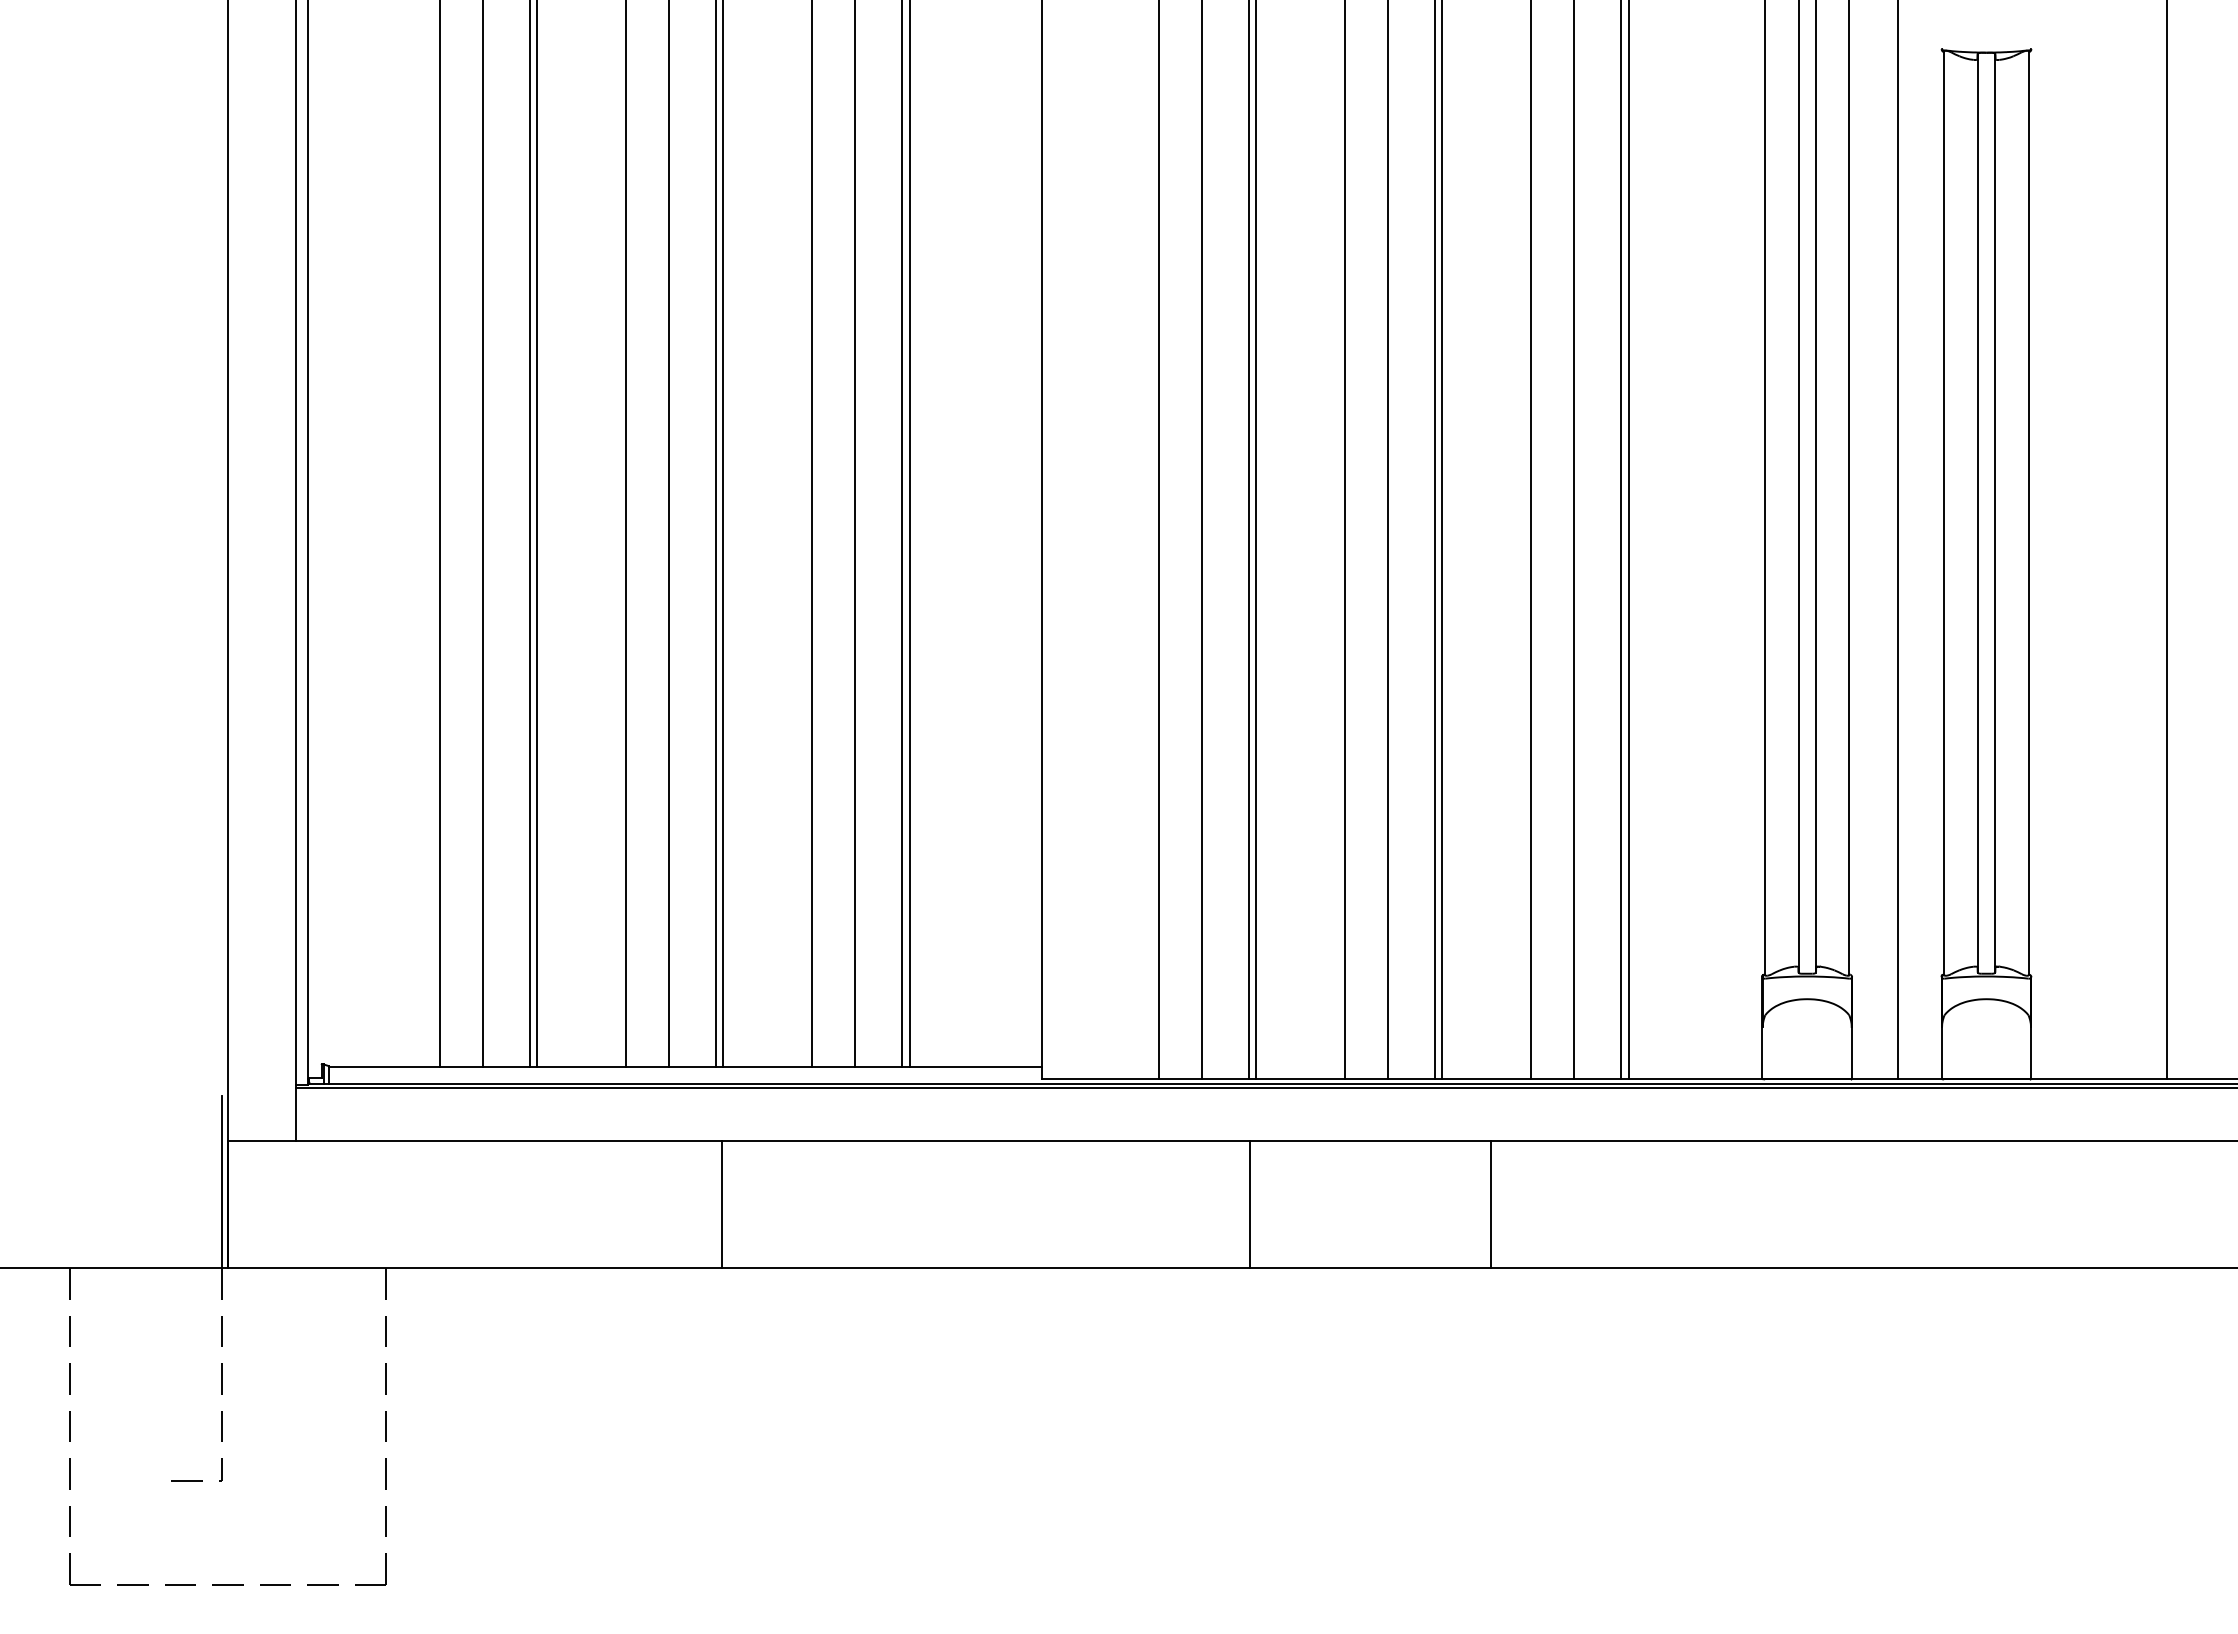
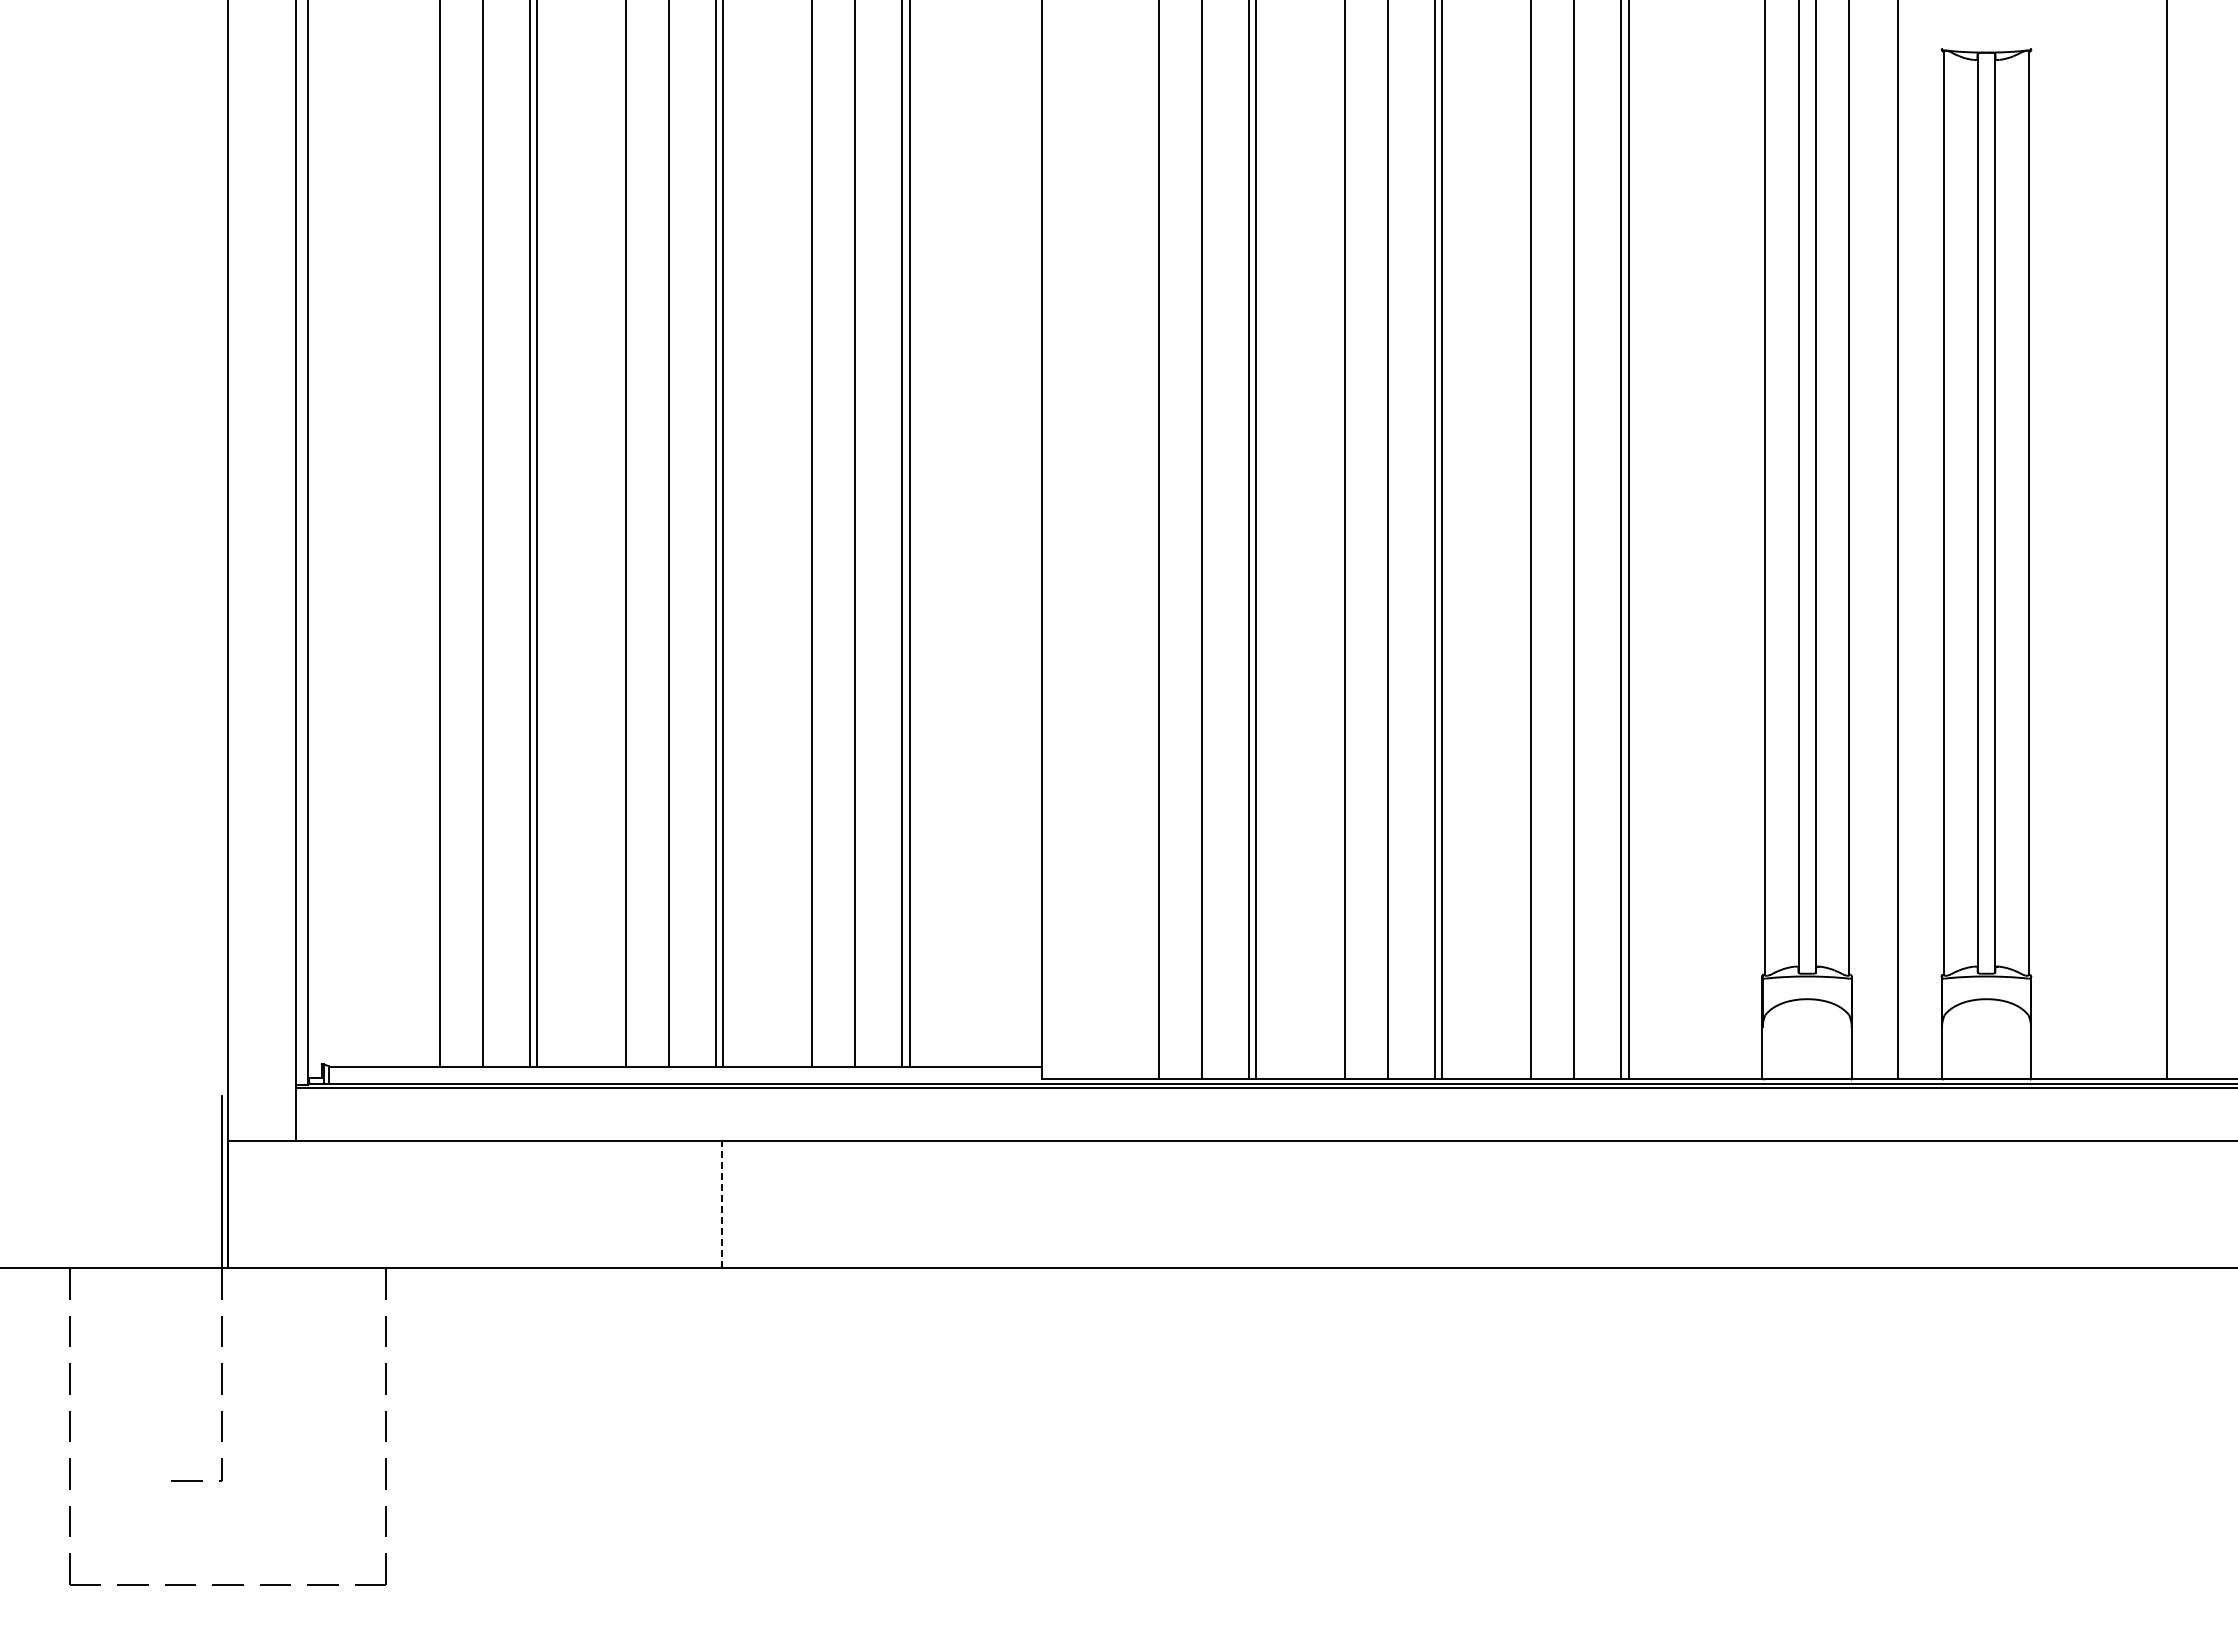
line at (722, 1204): solid -> dashed
line at (1250, 1204): present -> none
line at (1491, 1204): present -> none
